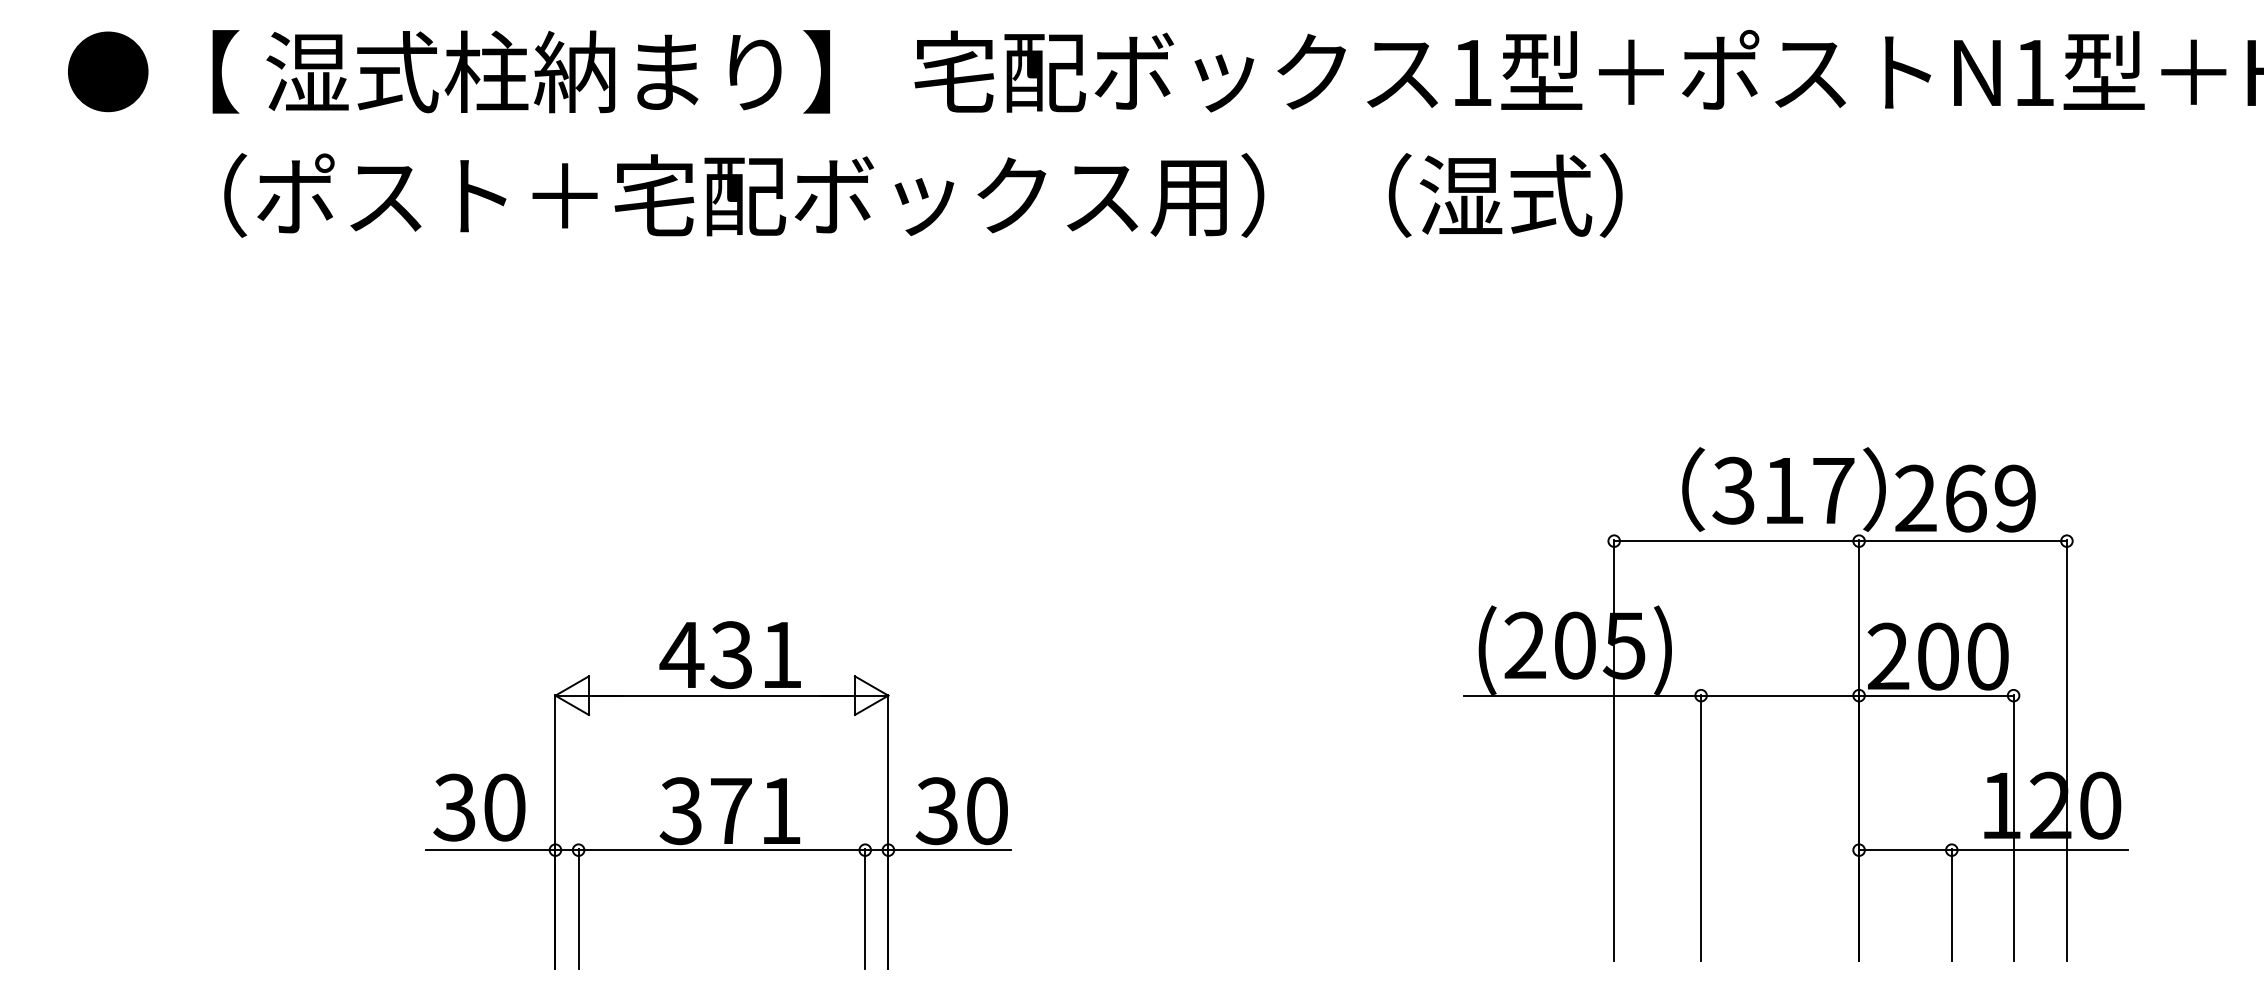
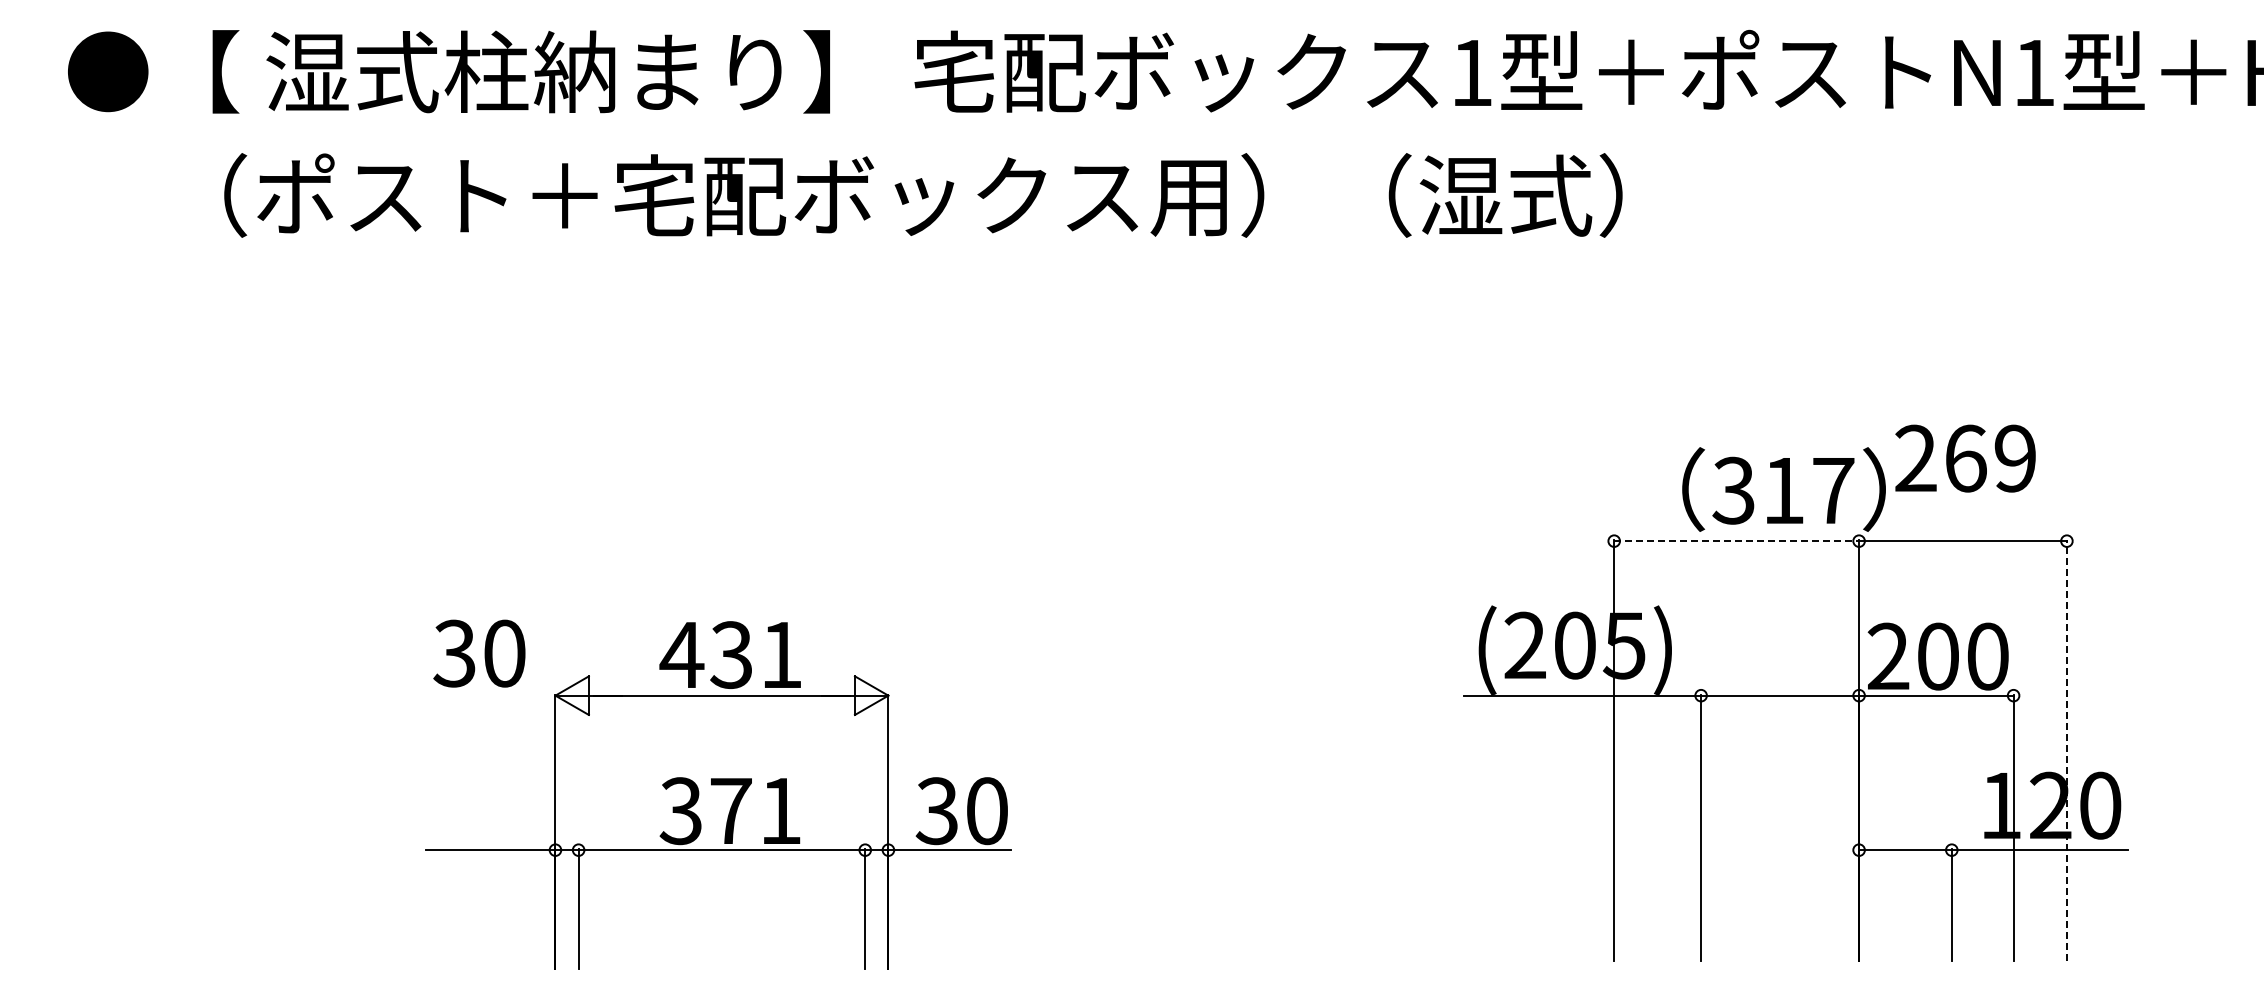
text at (1965, 498) position: (1965, 498) -> (1965, 458)
line at (1737, 541): solid -> dashed
line at (2066, 750): solid -> dashed
text at (479, 807) position: (479, 807) -> (479, 653)
